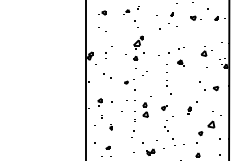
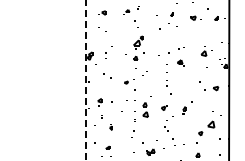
line at (85, 80): solid -> dashed
part at (192, 107) position: (192, 107) -> (187, 107)
